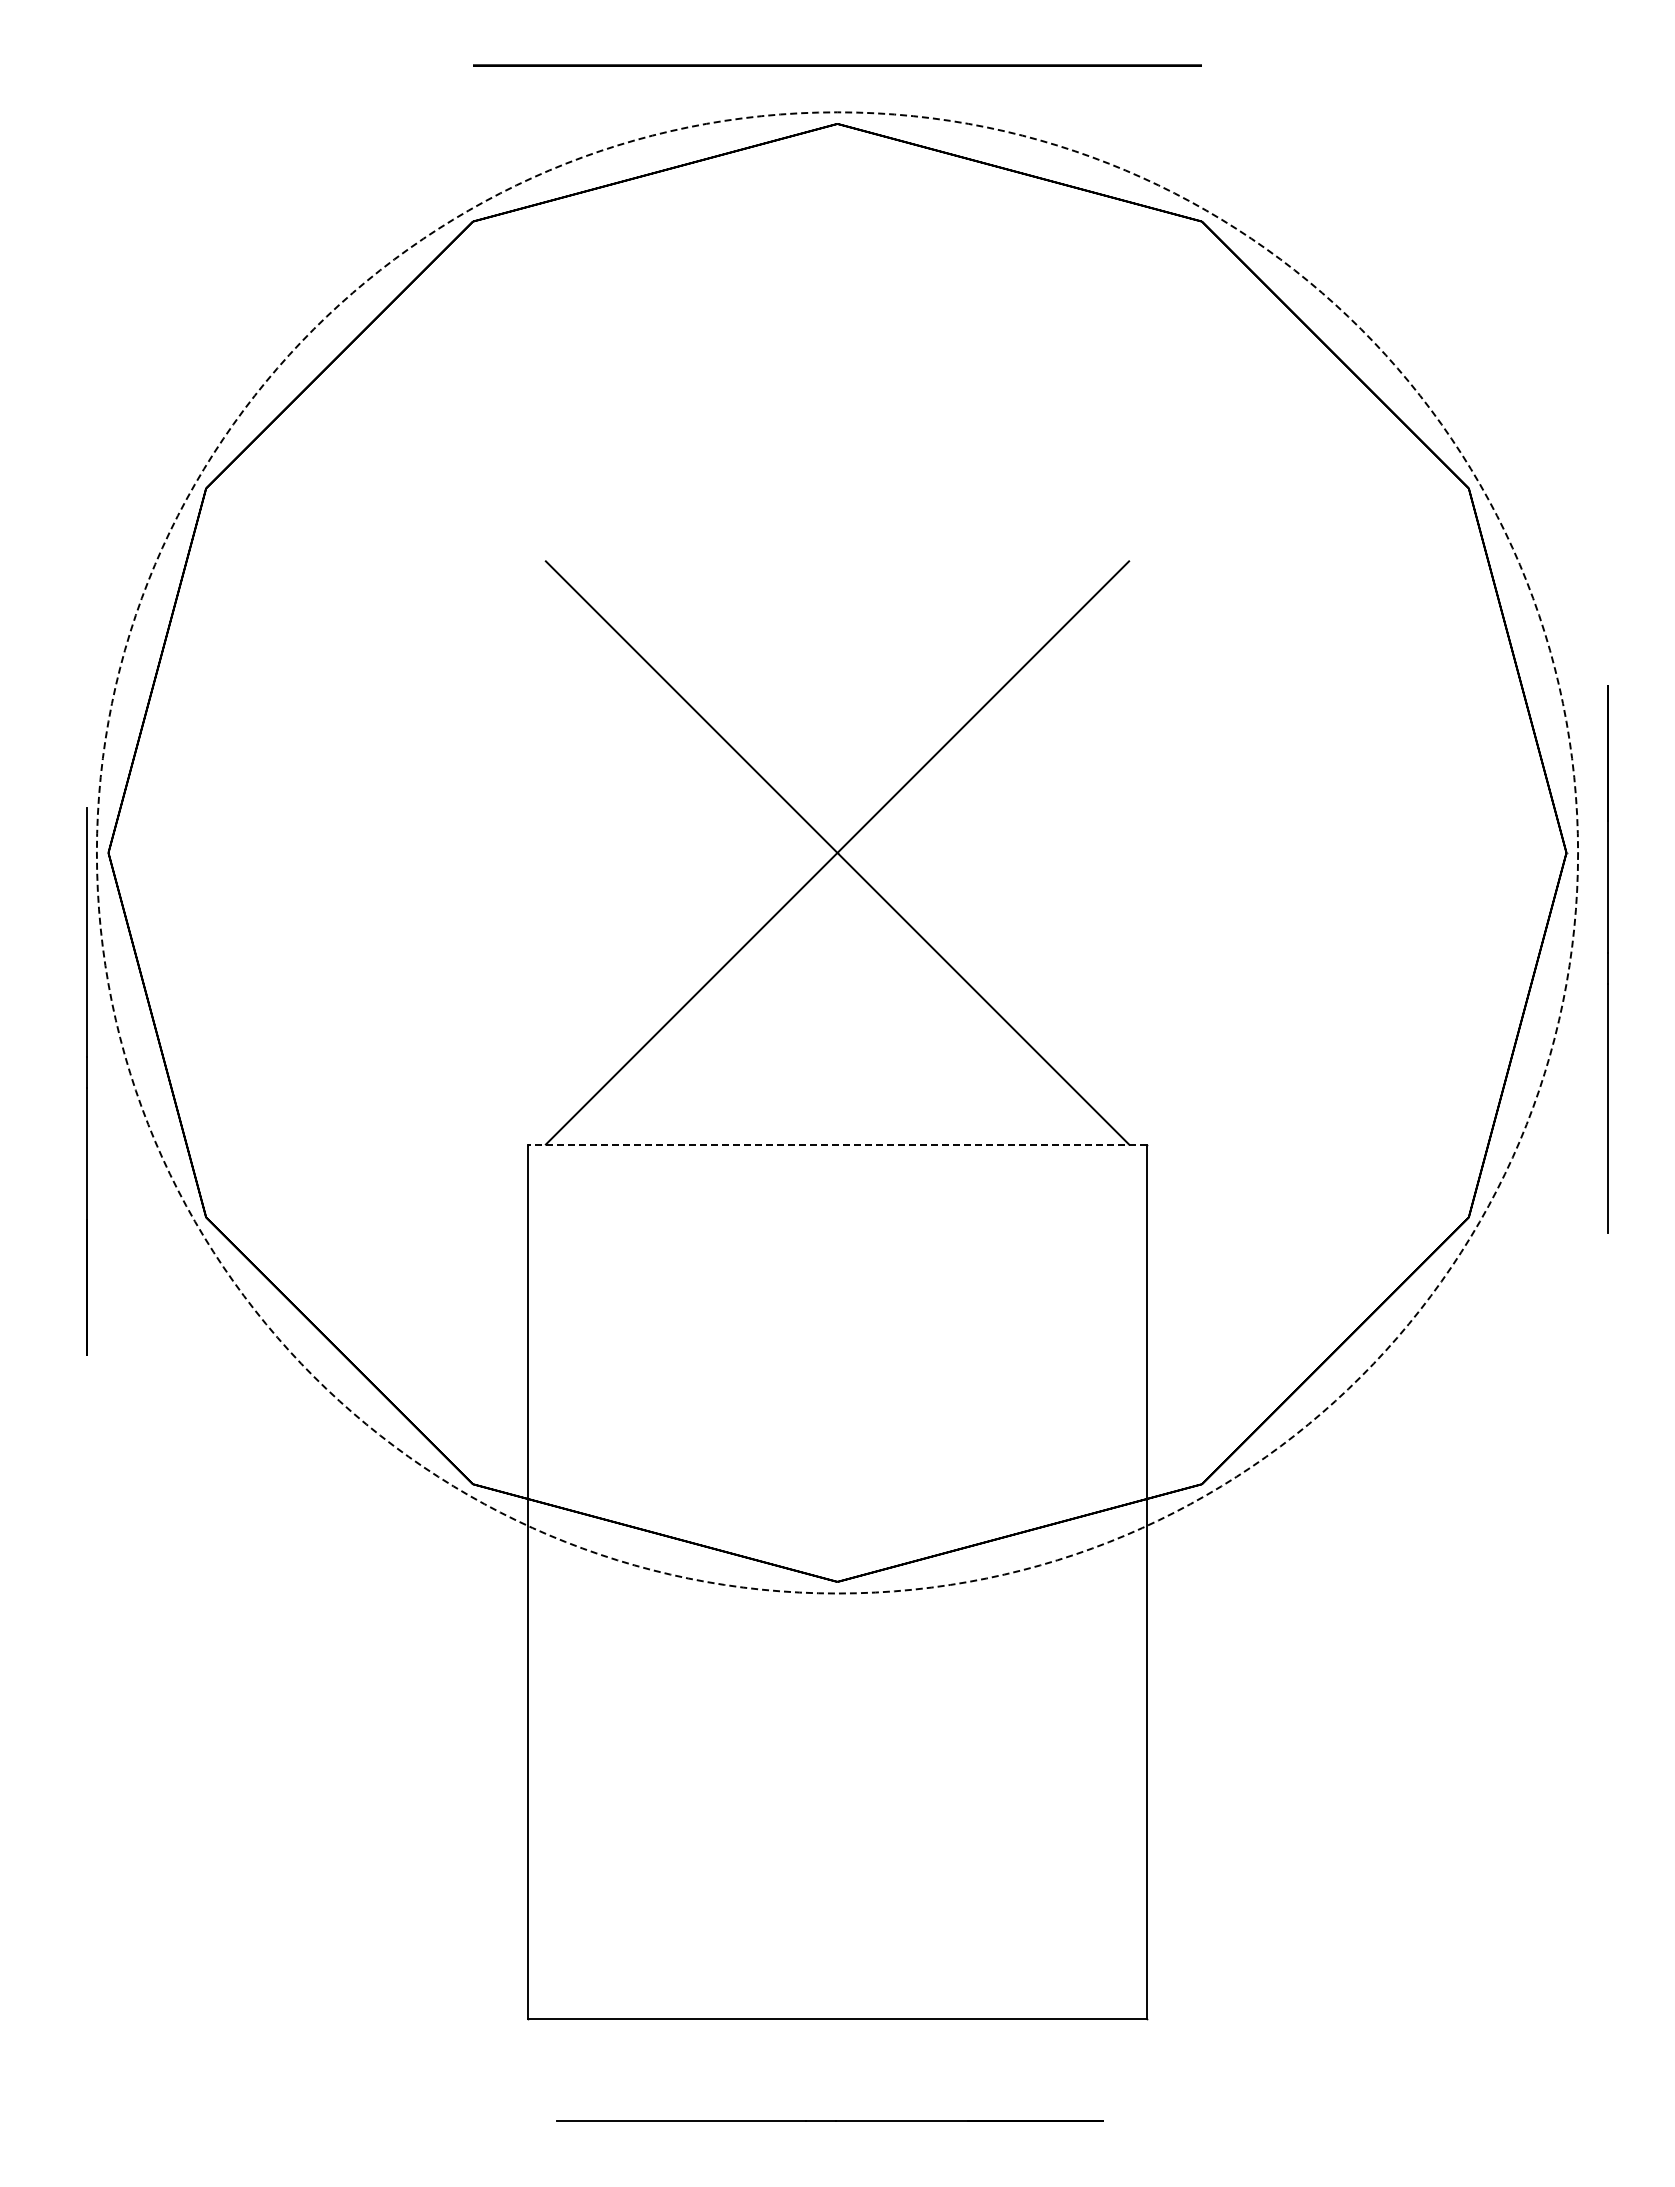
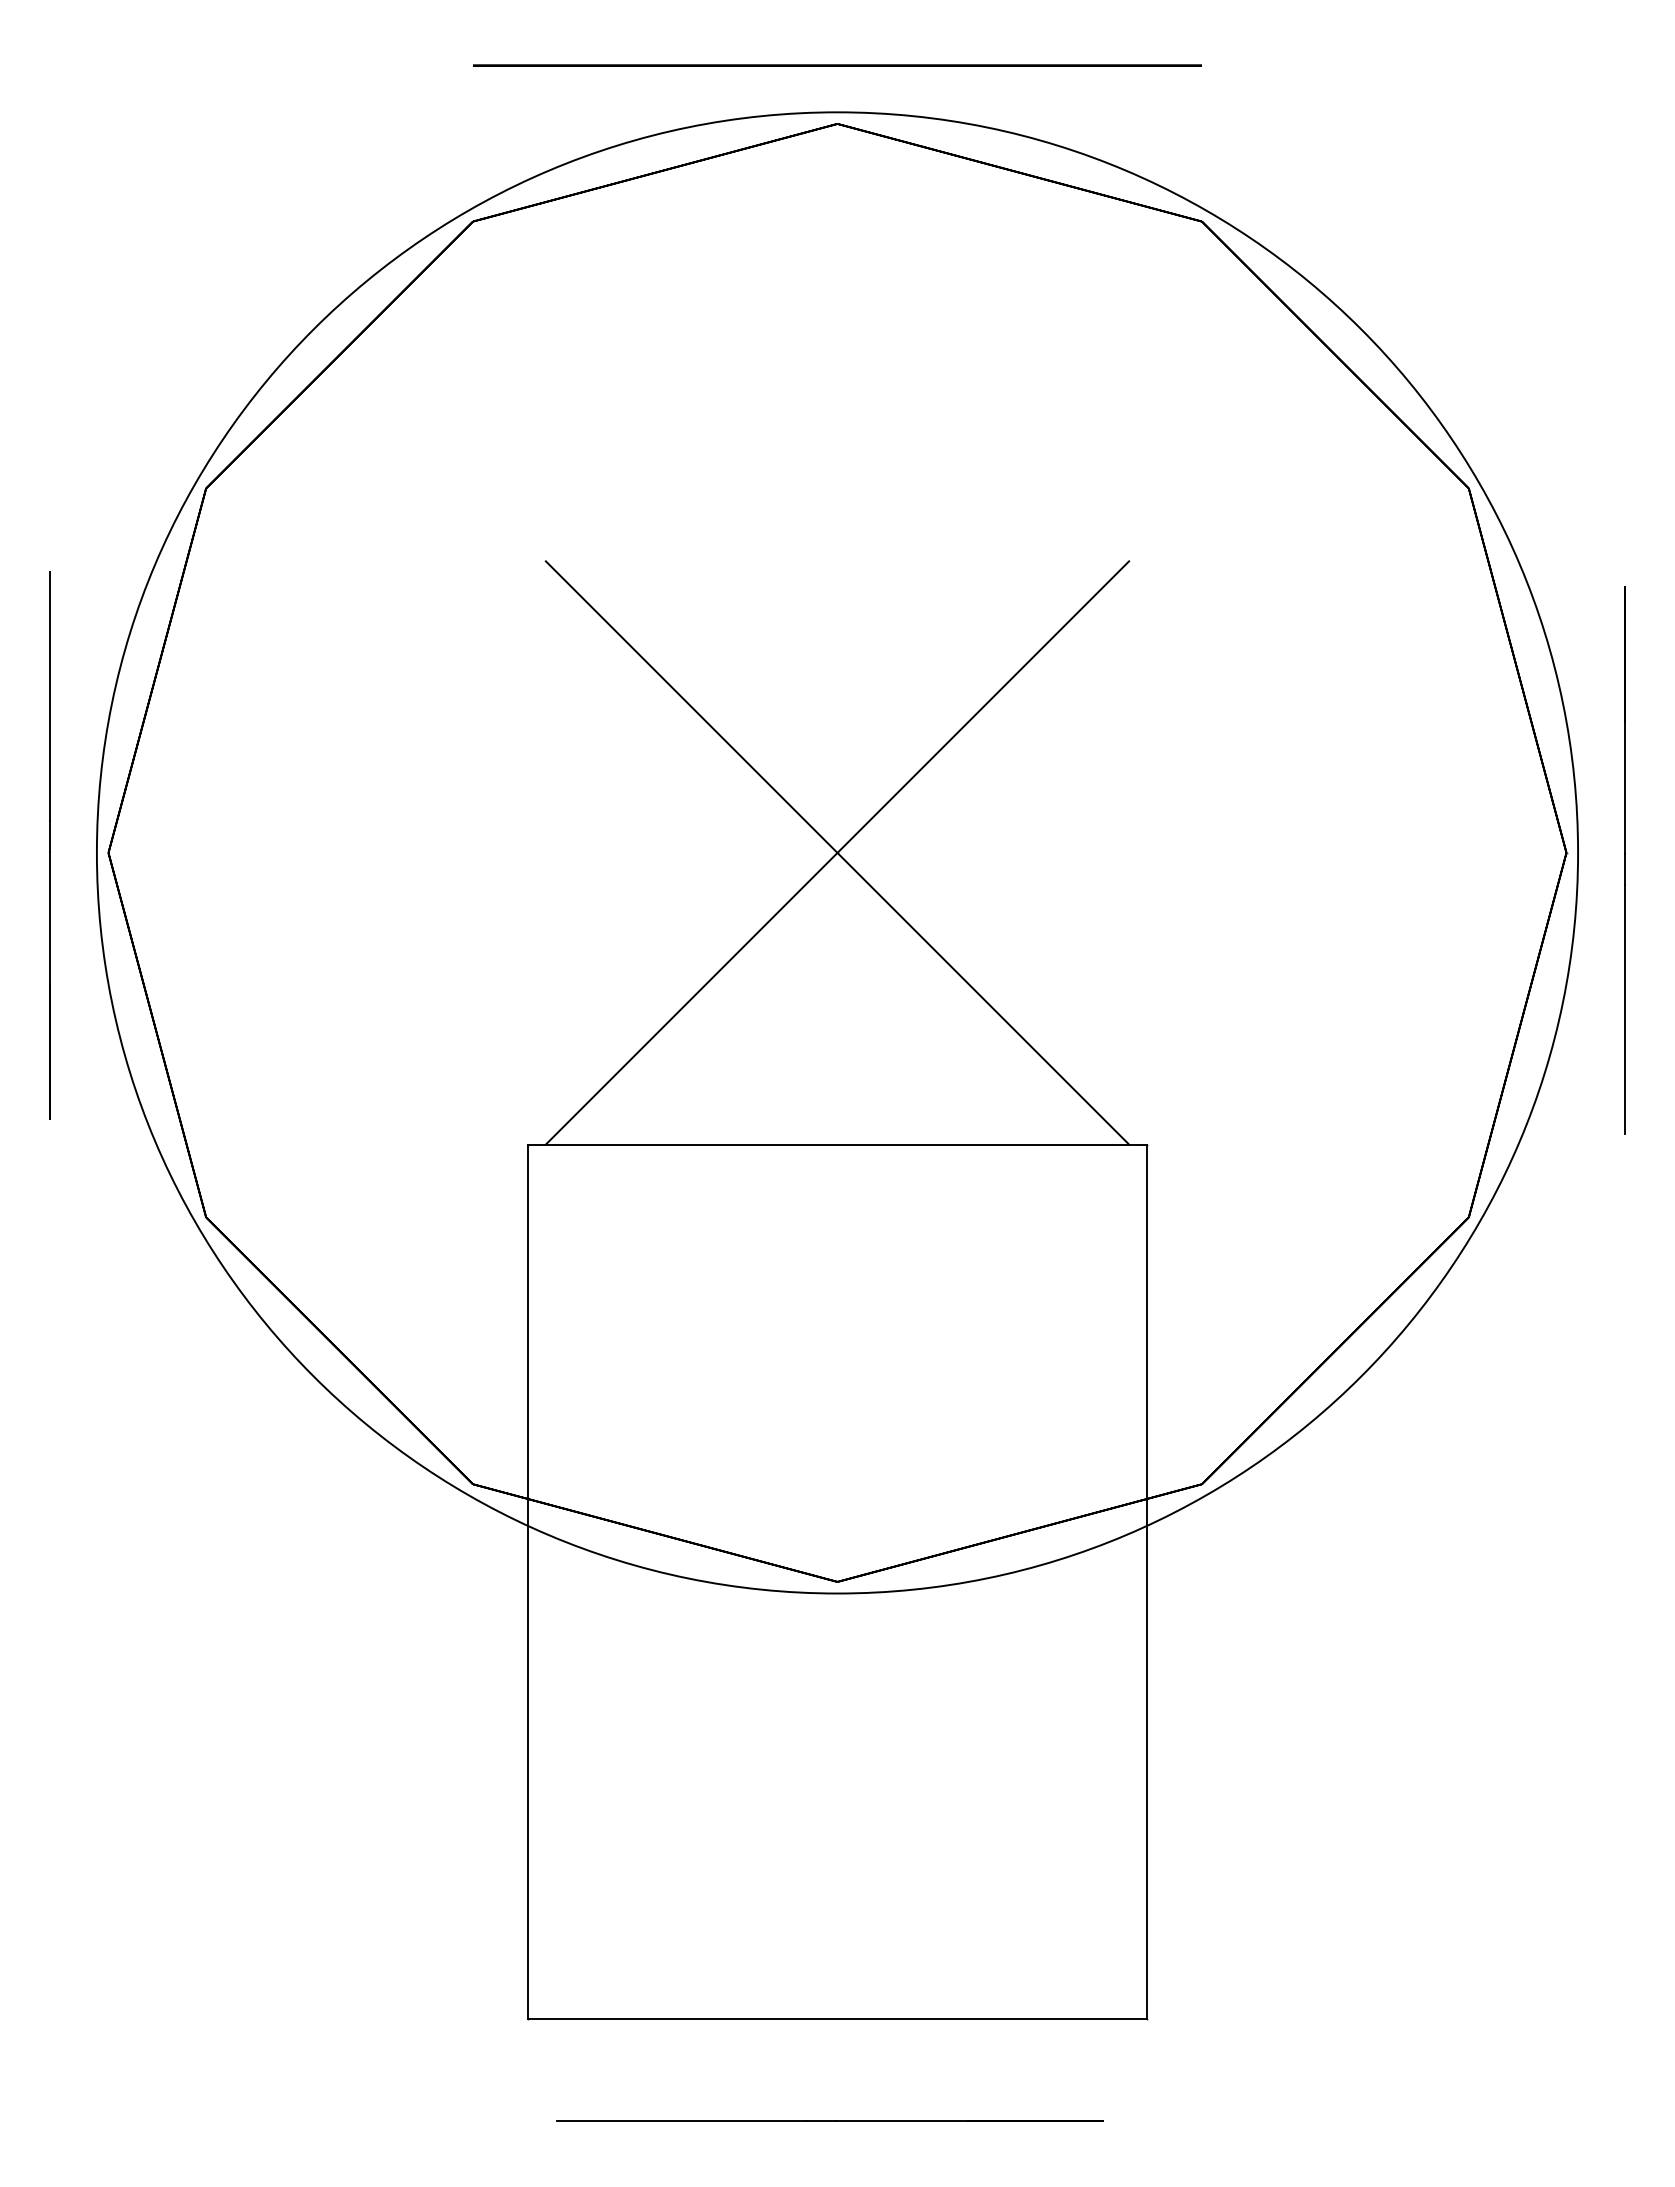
circle at (837, 852): dashed -> solid
line at (1607, 959) position: (1607, 959) -> (1624, 860)
line at (86, 1081) position: (86, 1081) -> (49, 845)
line at (837, 1144): dashed -> solid
